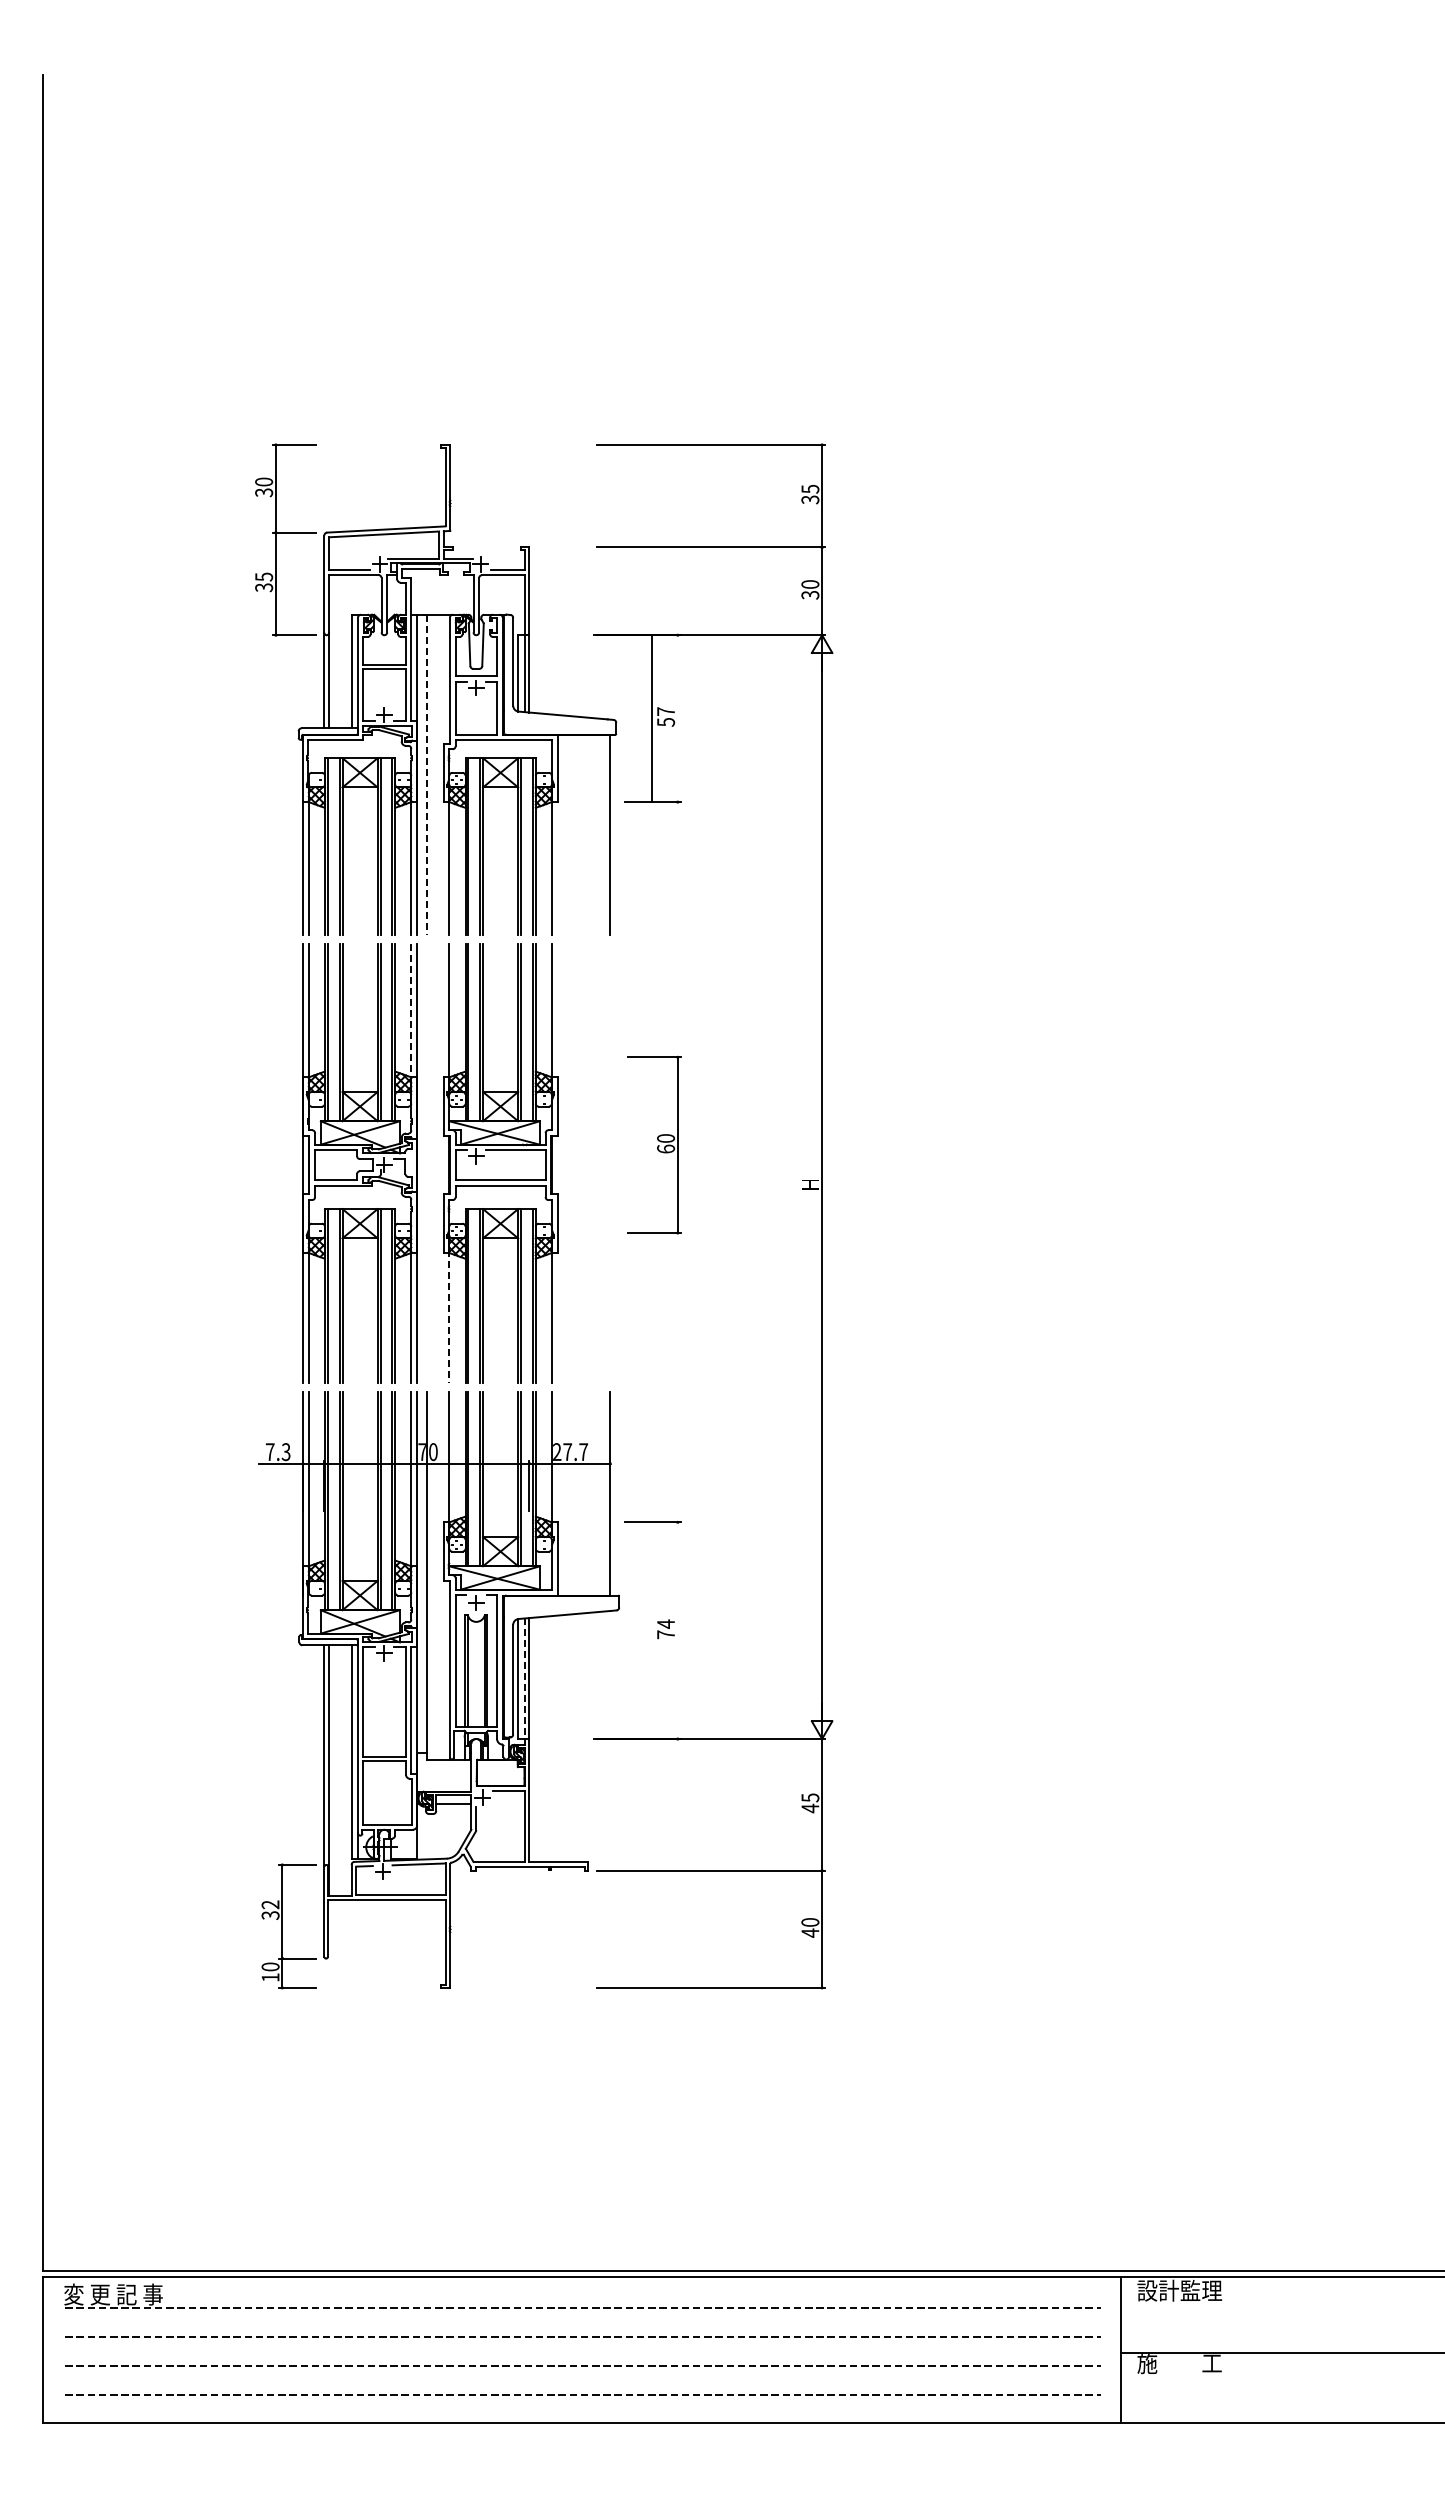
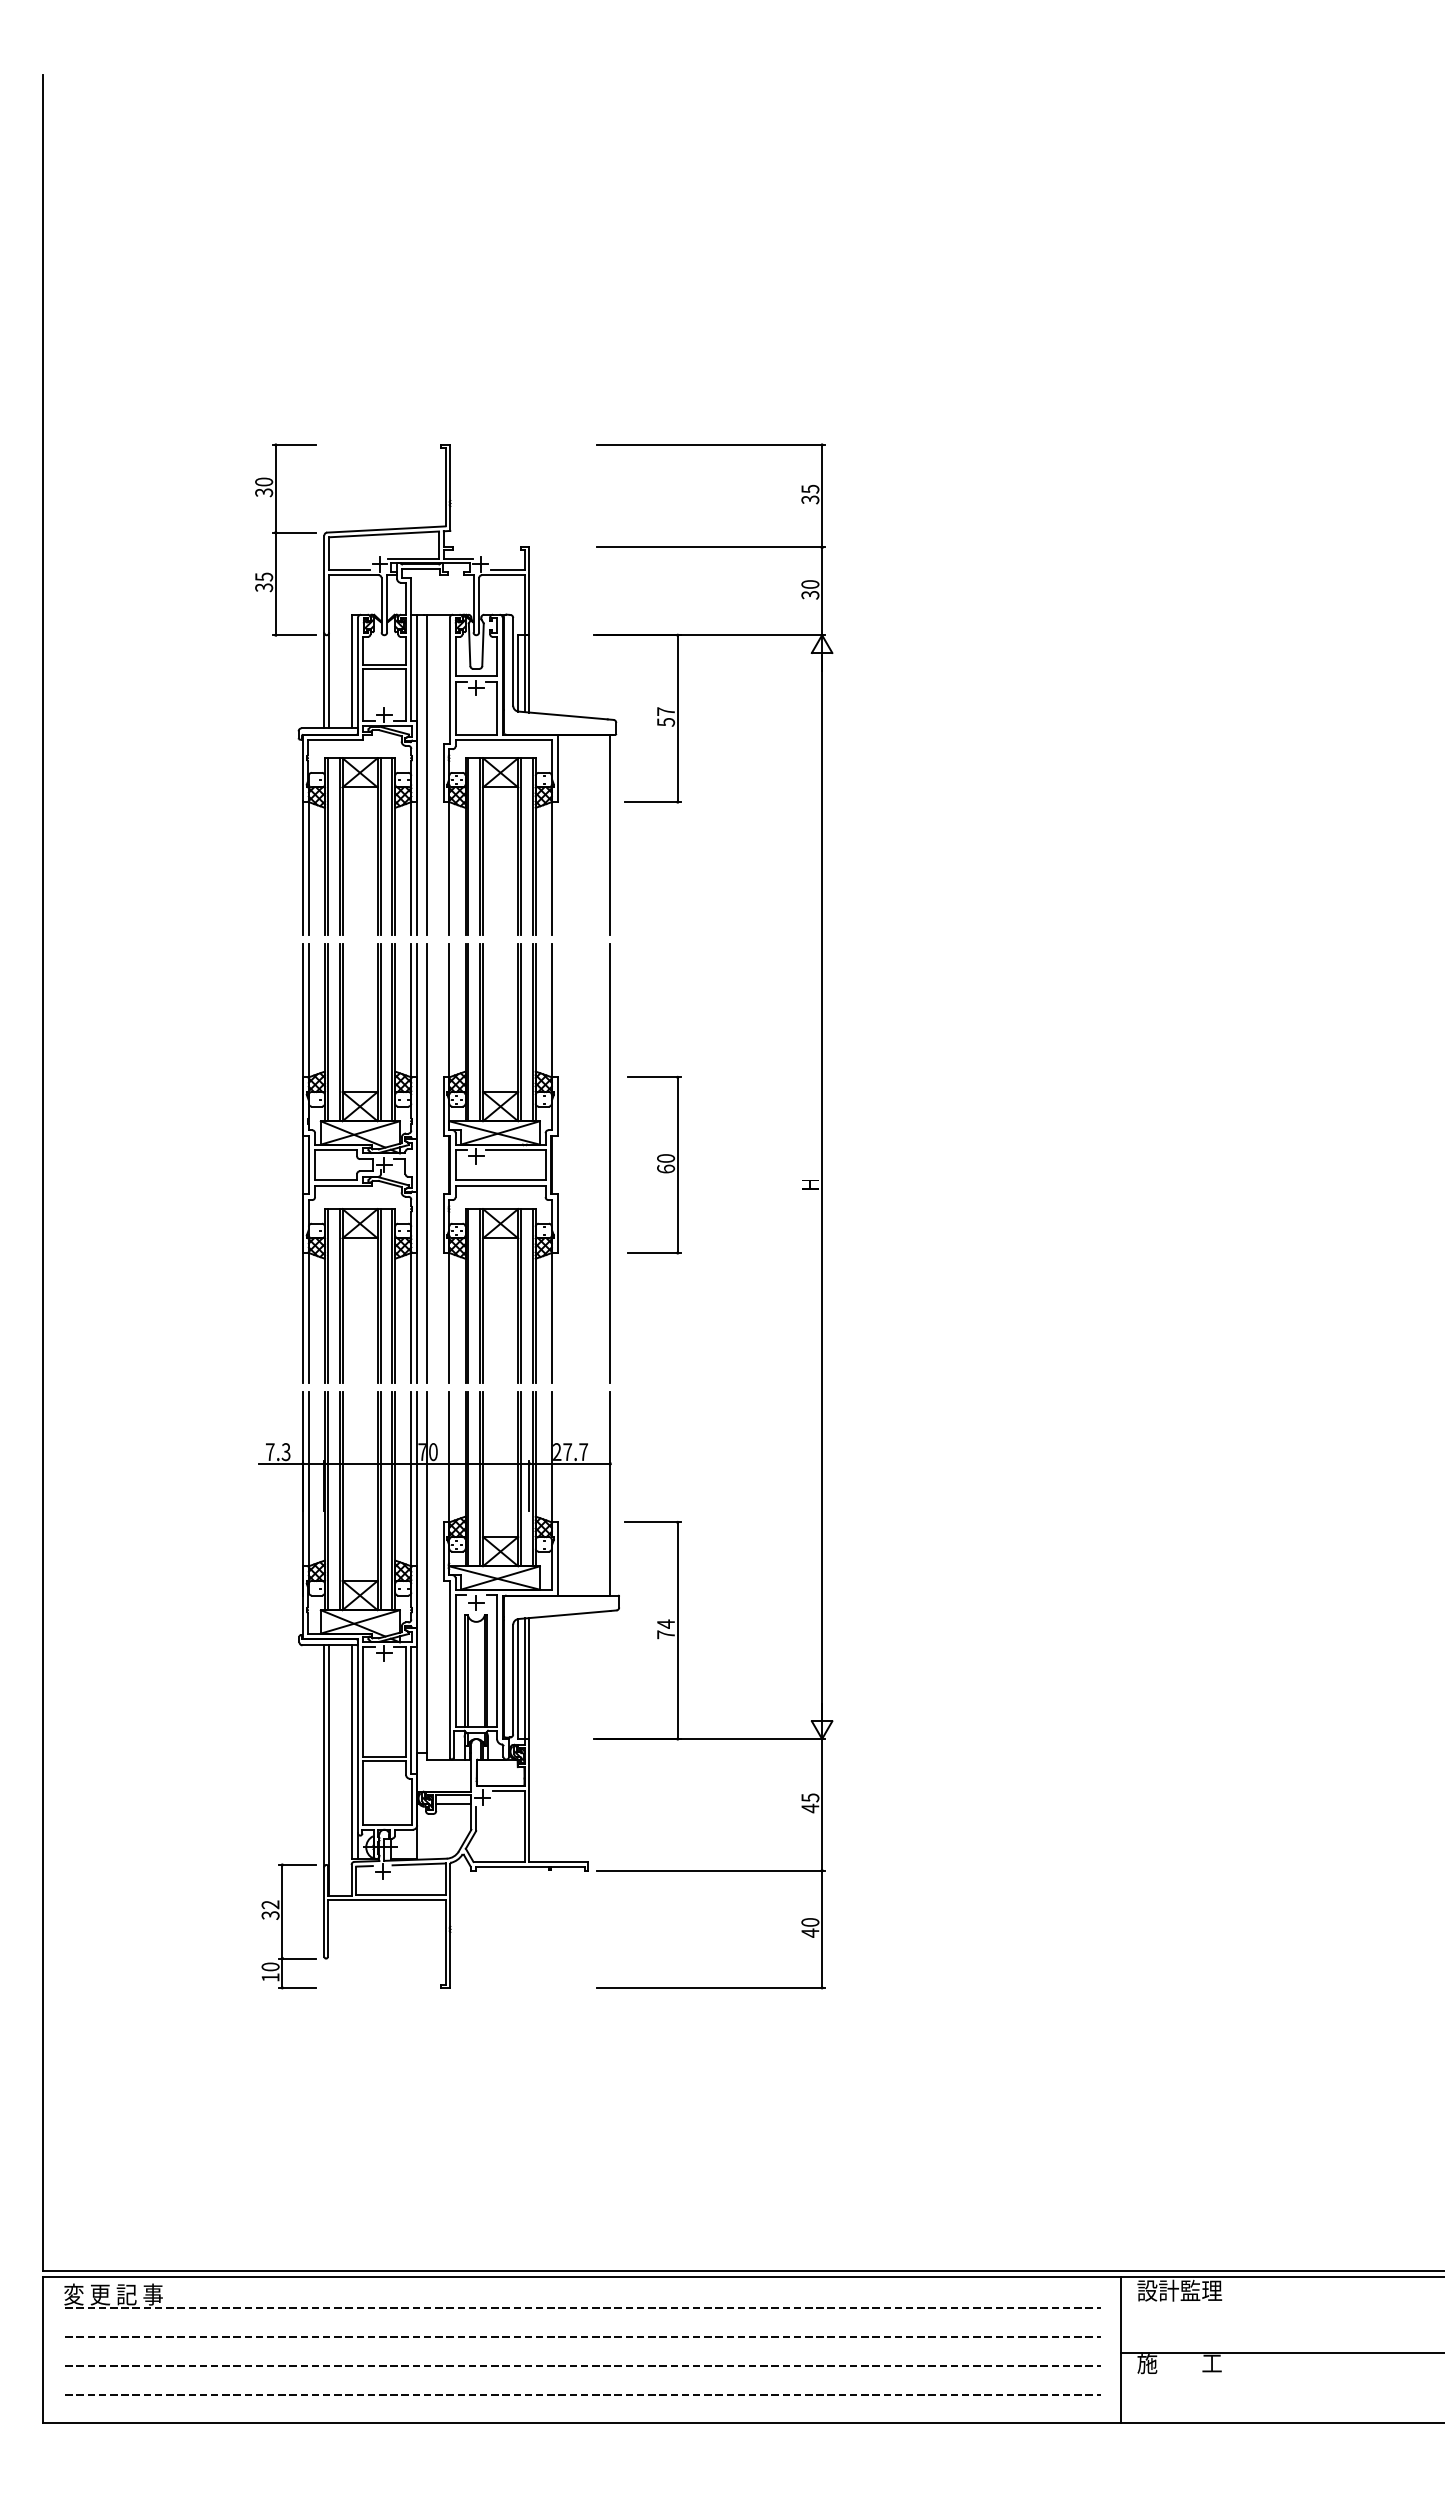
line at (651, 718) position: (651, 718) -> (677, 718)
line at (427, 775): dashed -> solid
line at (411, 1010): dashed -> solid
part at (654, 1144) position: (654, 1144) -> (654, 1164)
line at (426, 1163): none -> present
line at (609, 1163): none -> present
line at (449, 1311): dashed -> solid
line at (677, 1630): none -> present
line at (524, 1679): dashed -> solid
